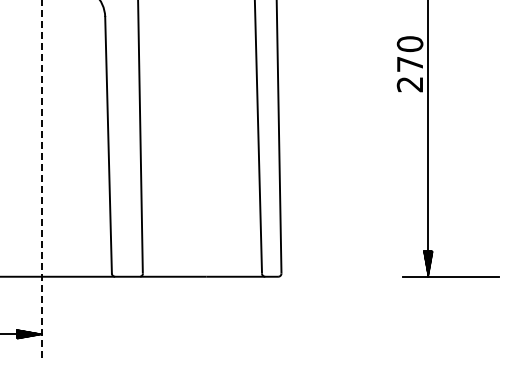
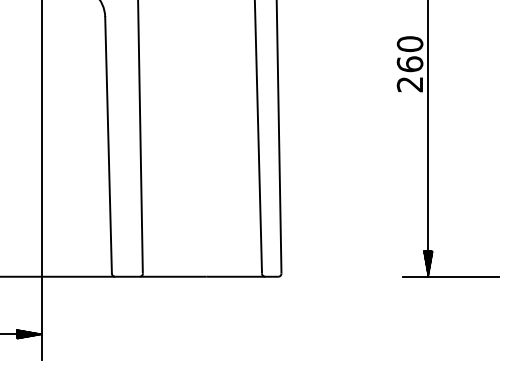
text at (409, 64): 270 -> 260
line at (42, 180): dashed -> solid
